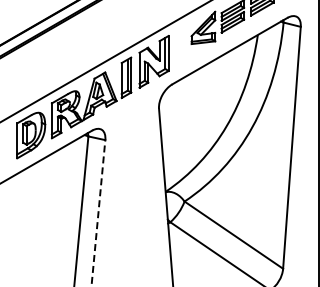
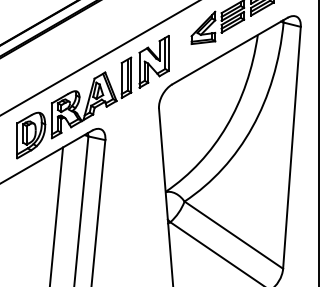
line at (105, 61) position: (105, 61) -> (99, 58)
line at (98, 213): dashed -> solid
line at (56, 215): none -> present
